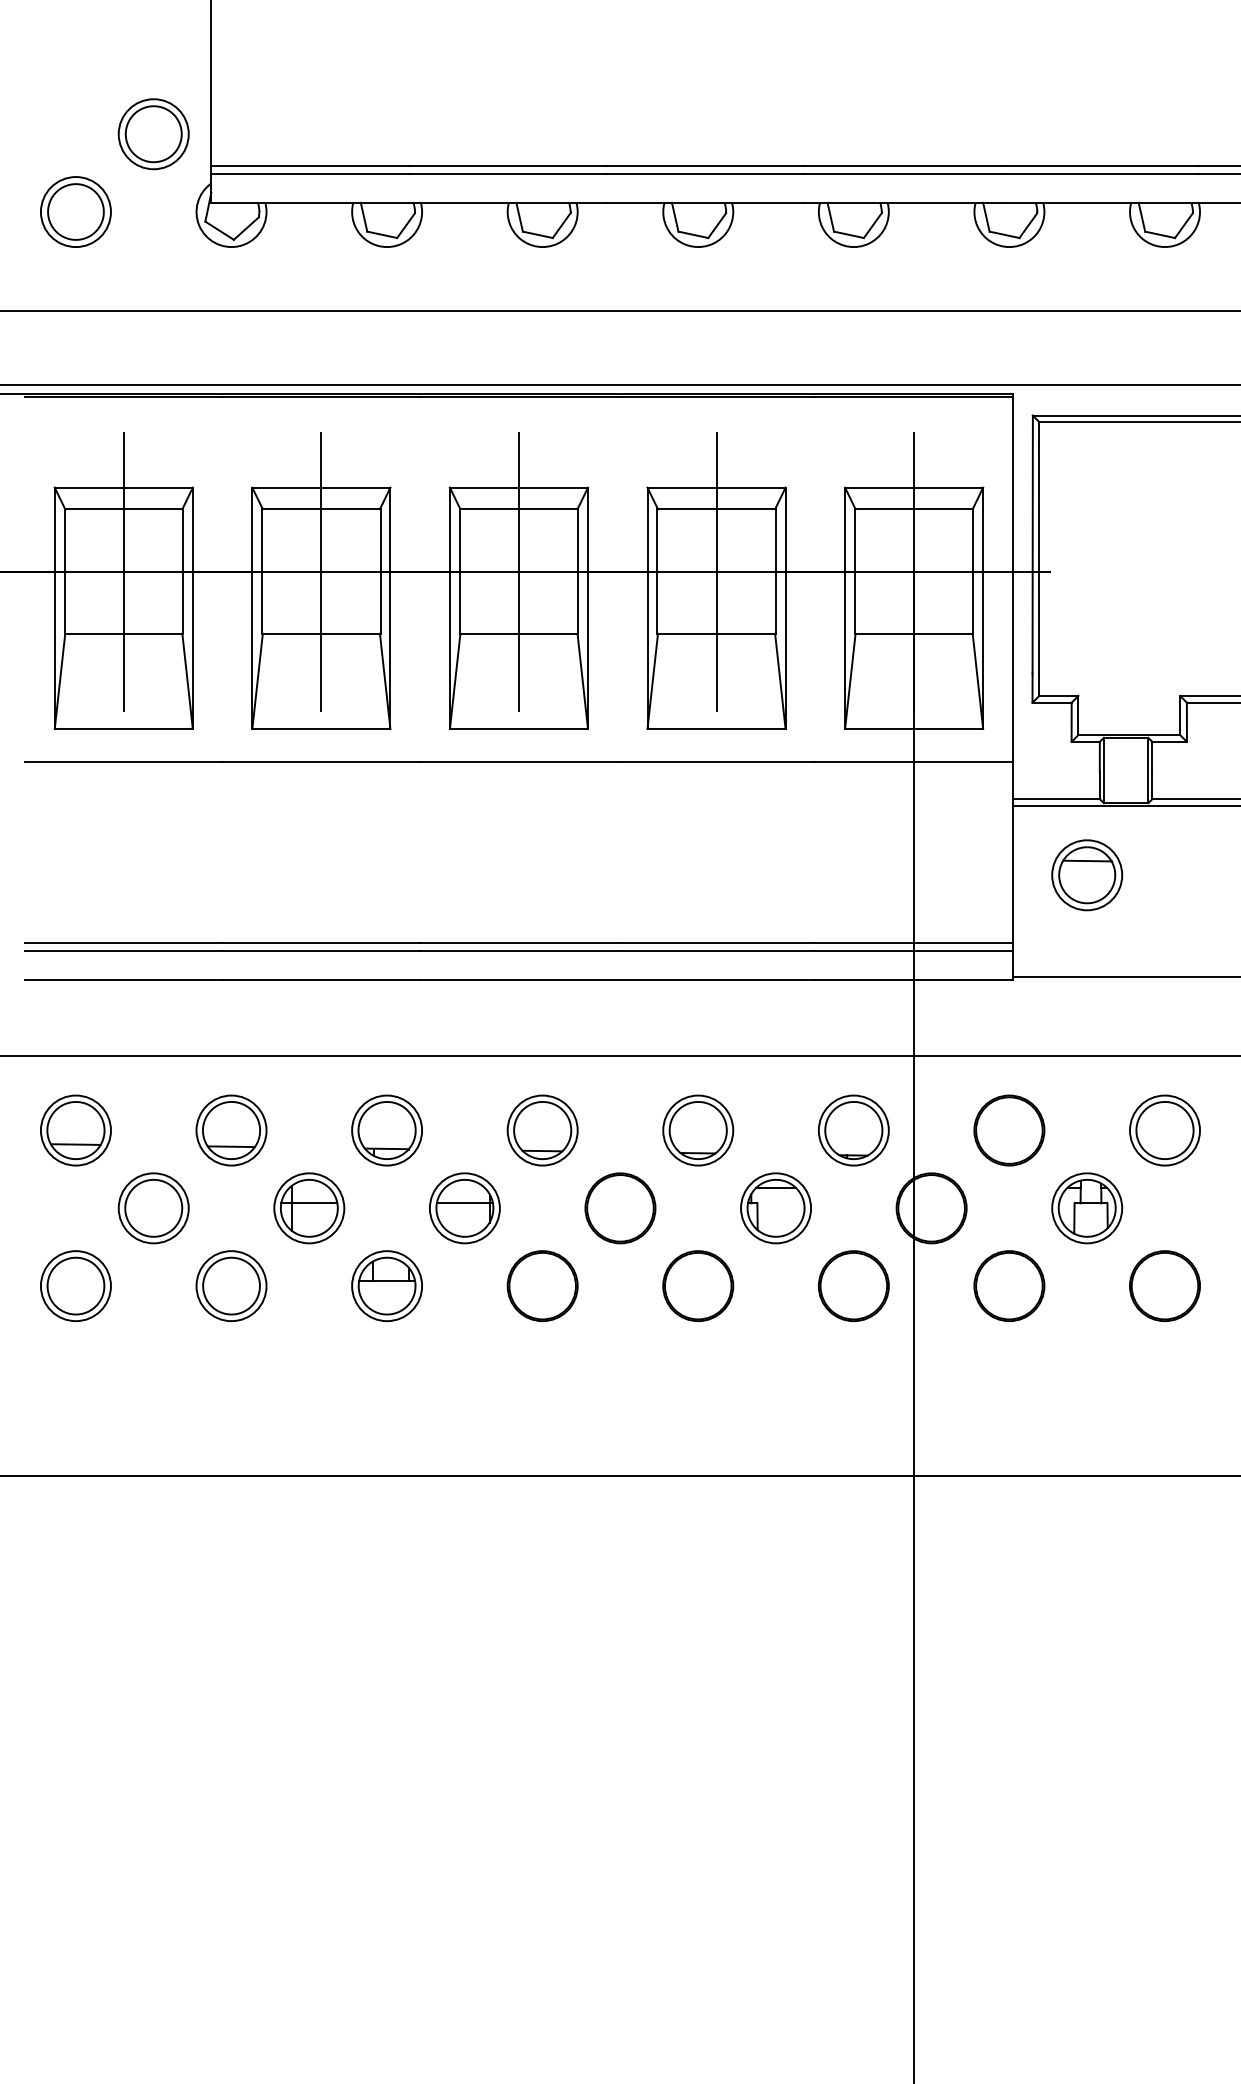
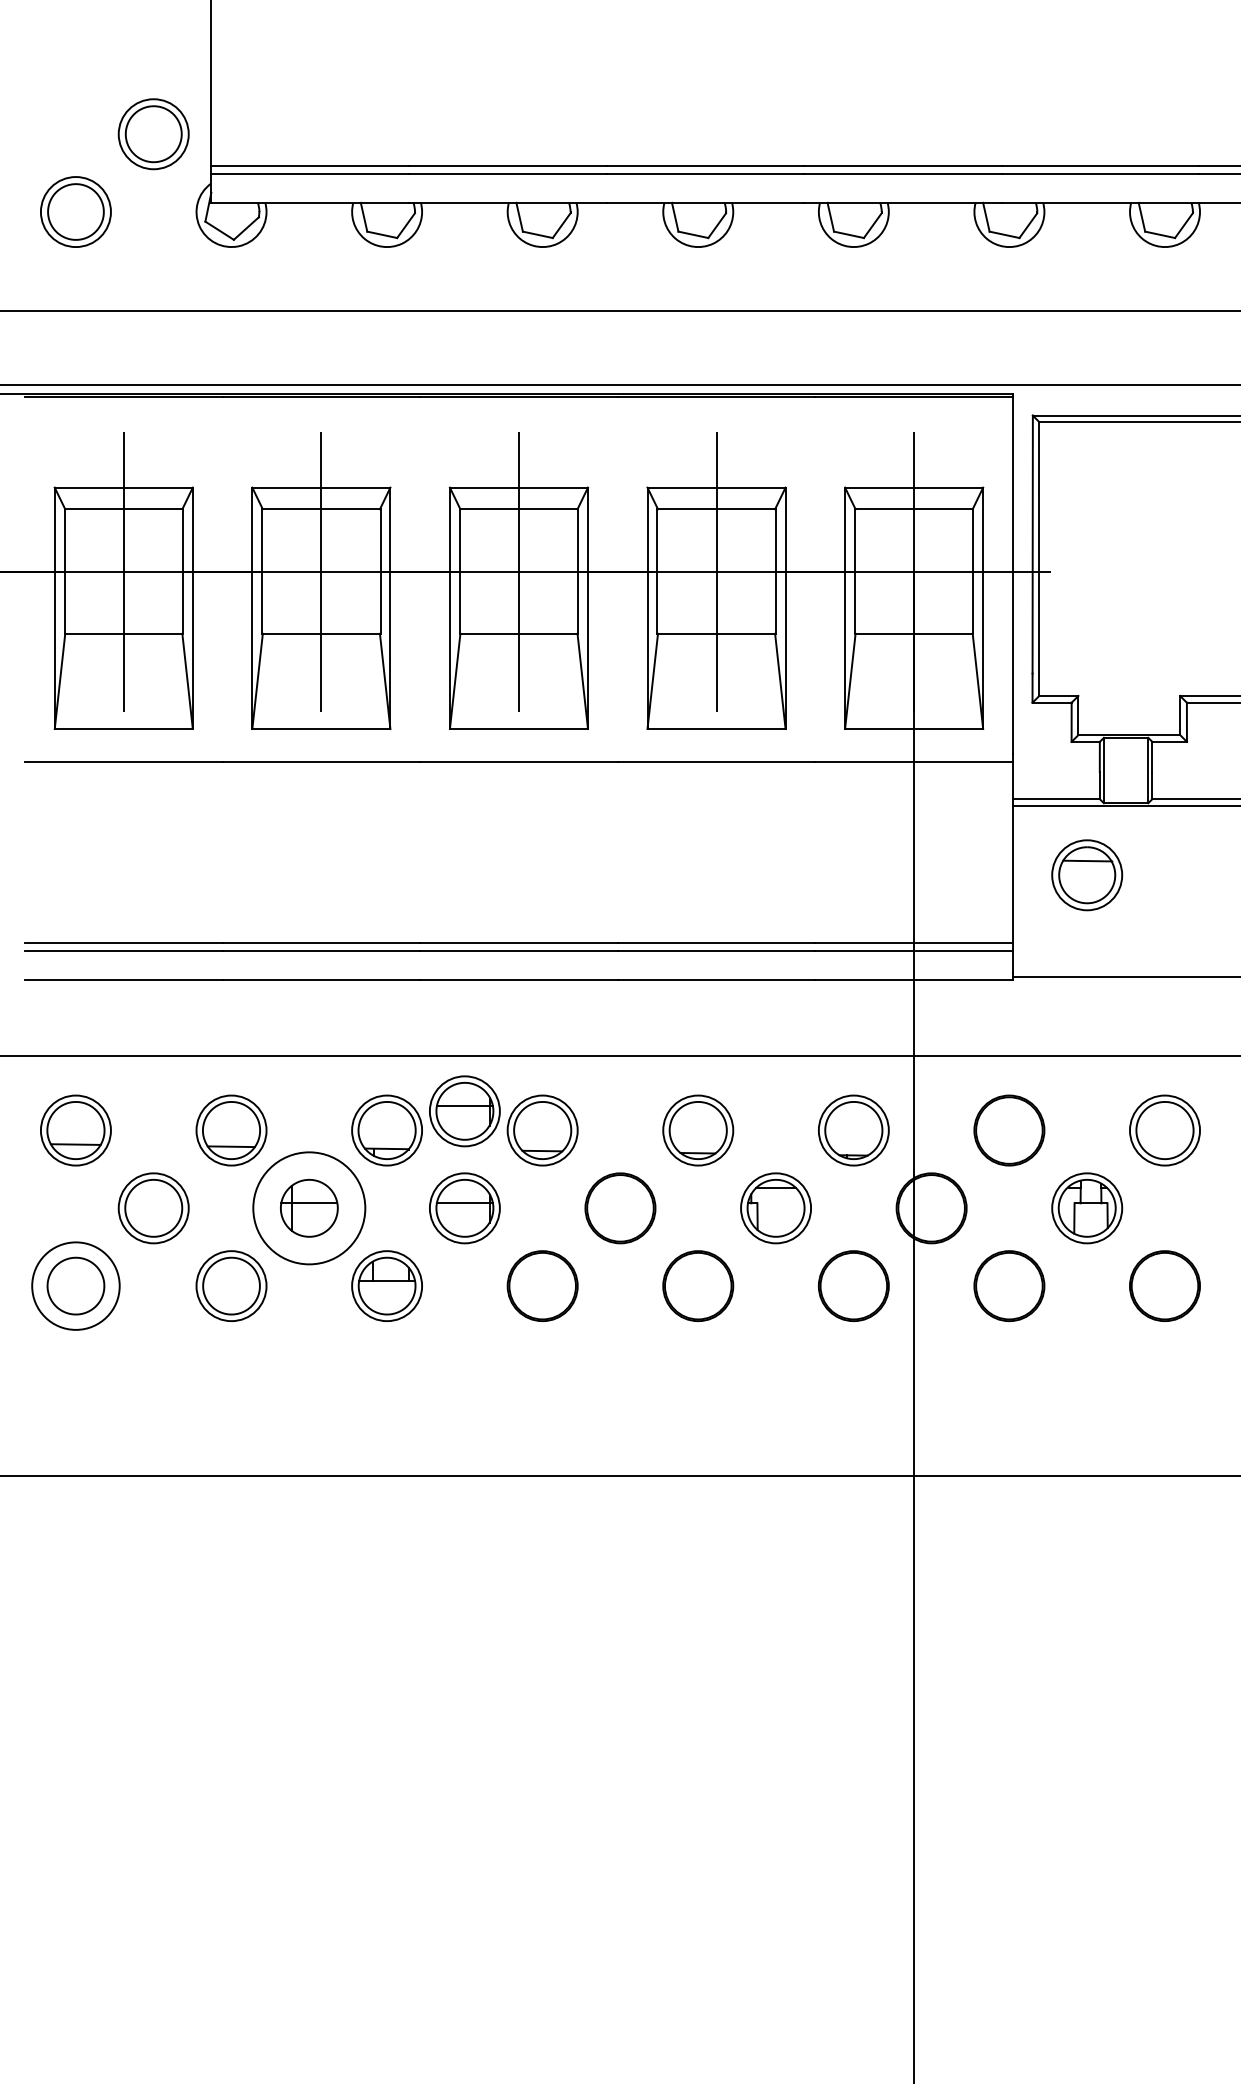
part at (464, 1111): none -> present
circle at (309, 1208) diameter: 70 px -> 112 px
circle at (75, 1286) diameter: 70 px -> 88 px
